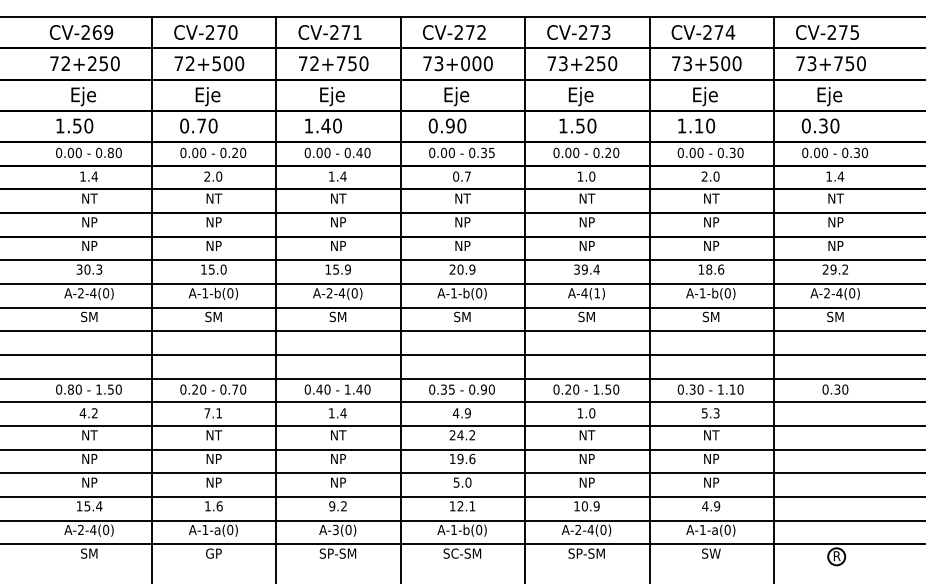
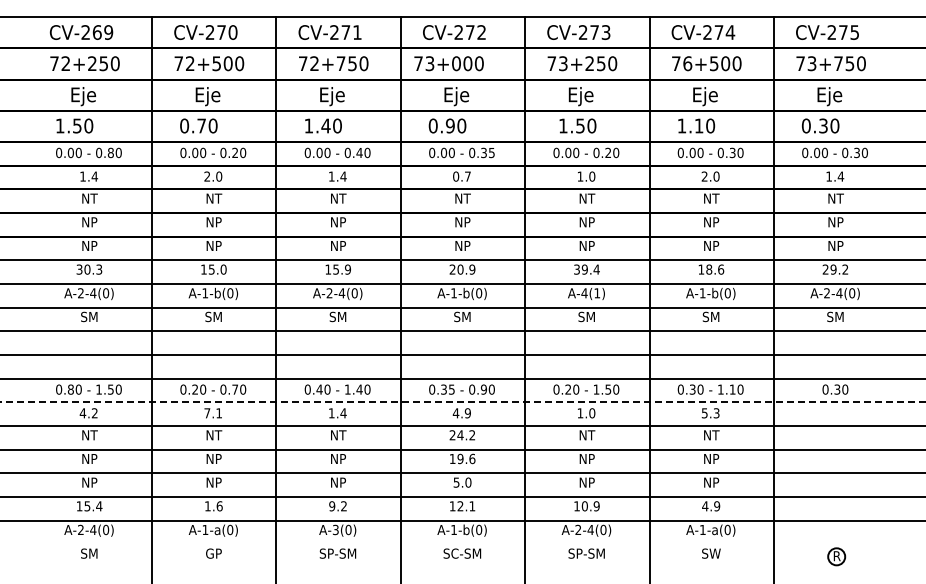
text at (457, 63) position: (457, 63) -> (448, 63)
text at (687, 63): 73+500 -> 76+500
line at (462, 402): solid -> dashed
line at (462, 544): present -> none
